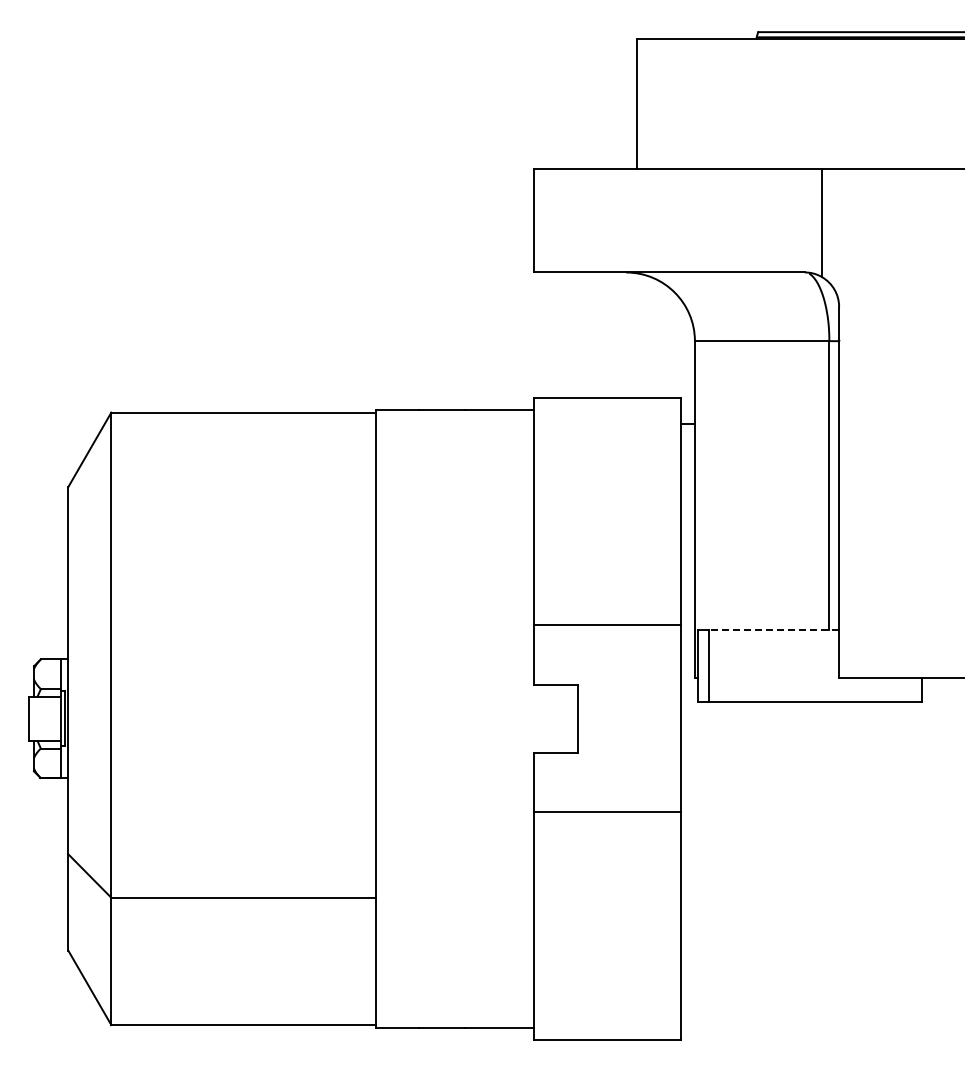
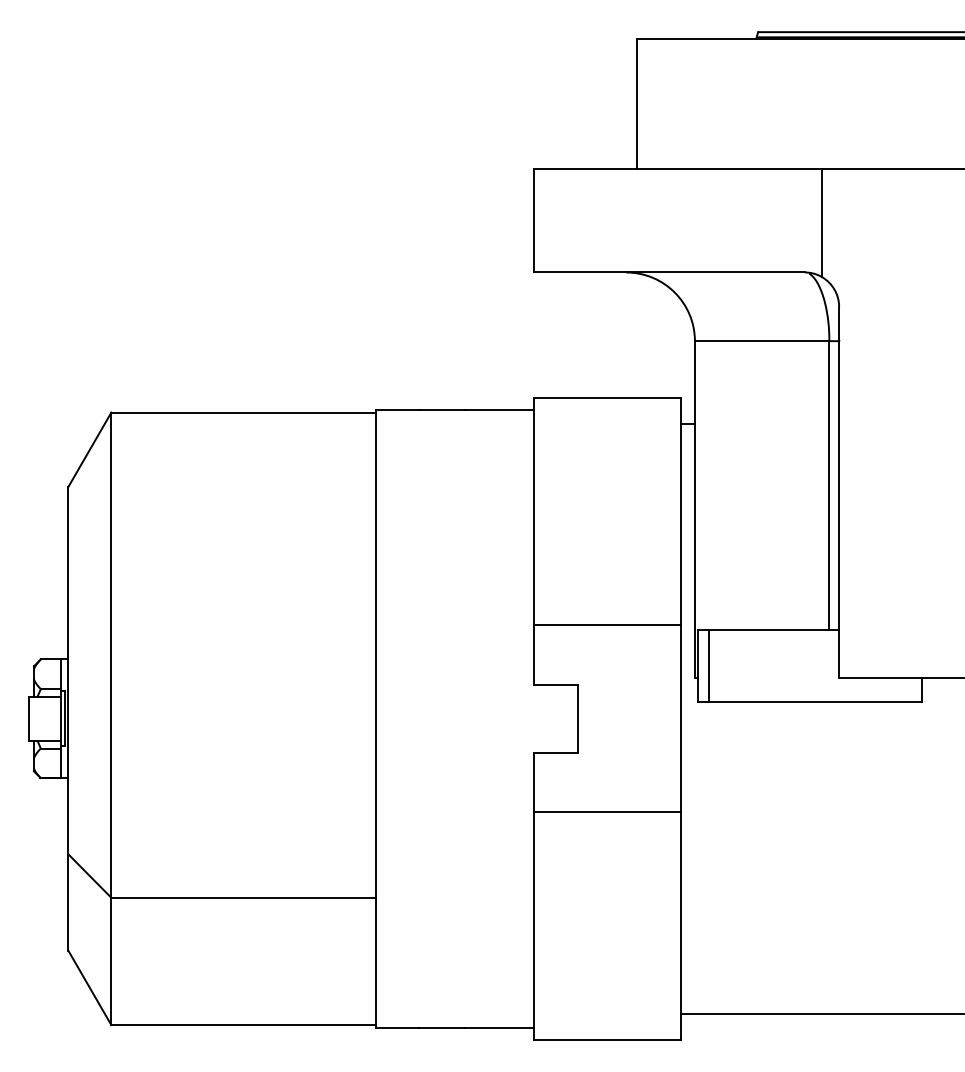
line at (773, 629): dashed -> solid
line at (821, 1014): none -> present
